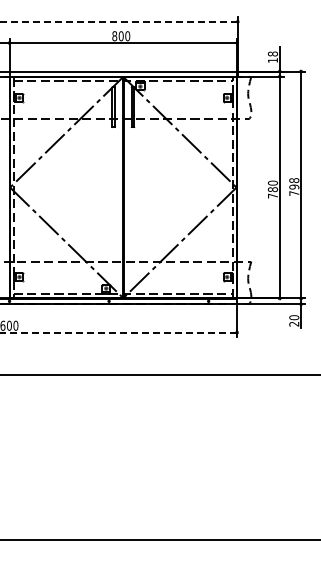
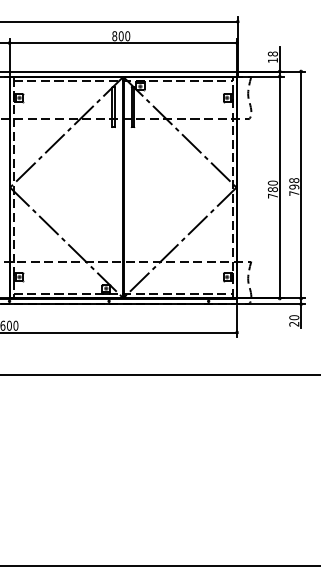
line at (118, 21): dashed -> solid
line at (118, 332): dashed -> solid
line at (159, 539) position: (159, 539) -> (159, 565)
